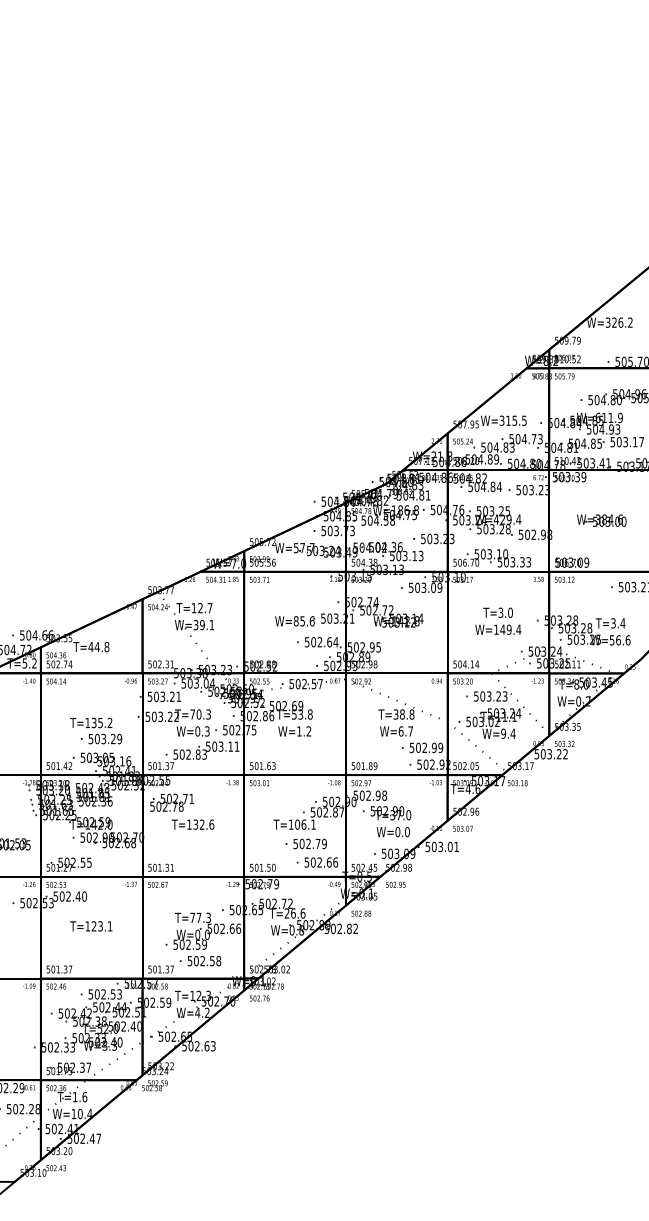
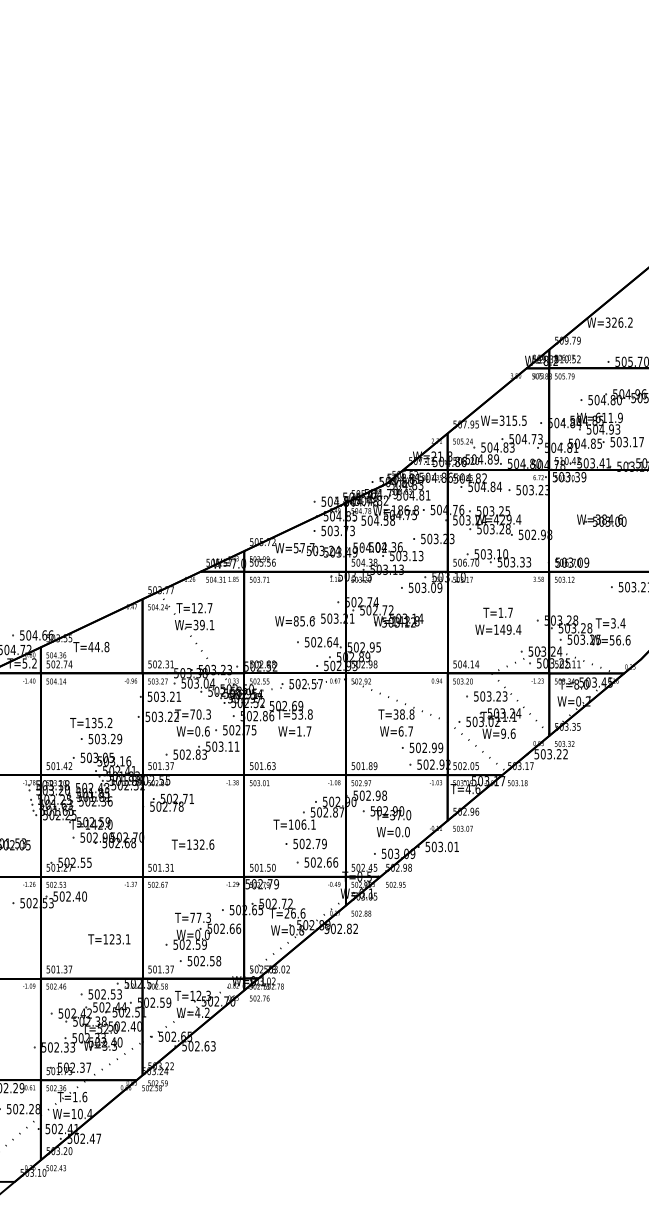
text at (505, 612): T=3.0 -> T=1.7
text at (206, 731): W=0.3 -> W=0.6
text at (308, 731): W=1.2 -> W=1.7
text at (512, 733): W=9.4 -> W=9.6
text at (192, 824) position: (192, 824) -> (192, 844)
text at (91, 926) position: (91, 926) -> (109, 939)
